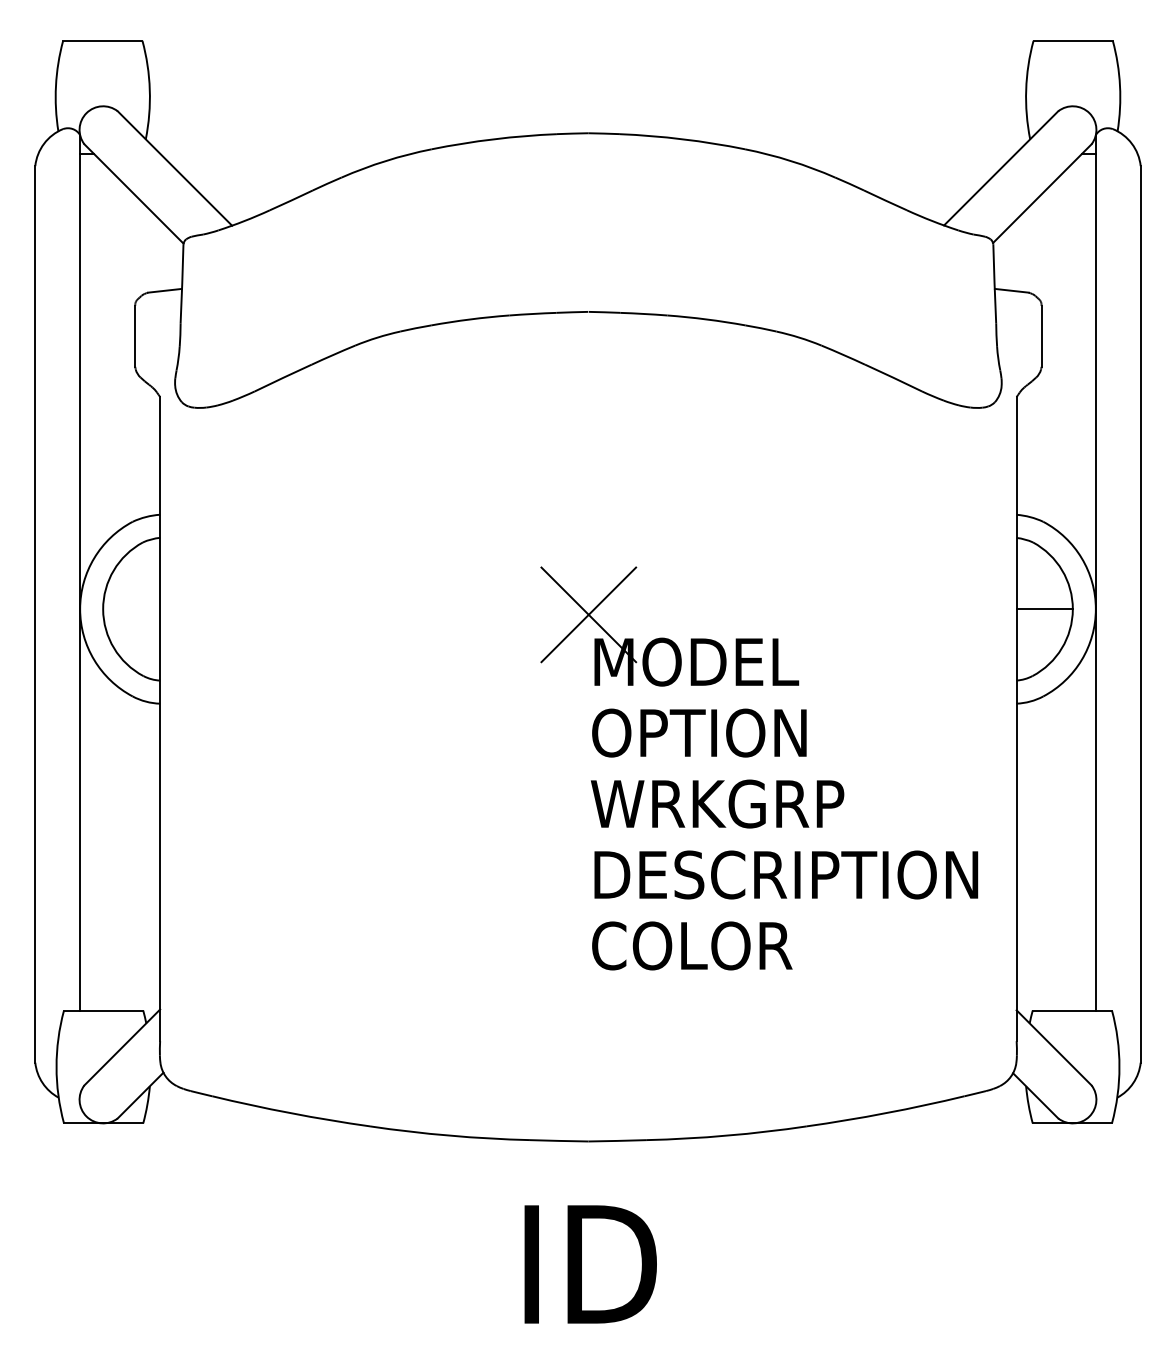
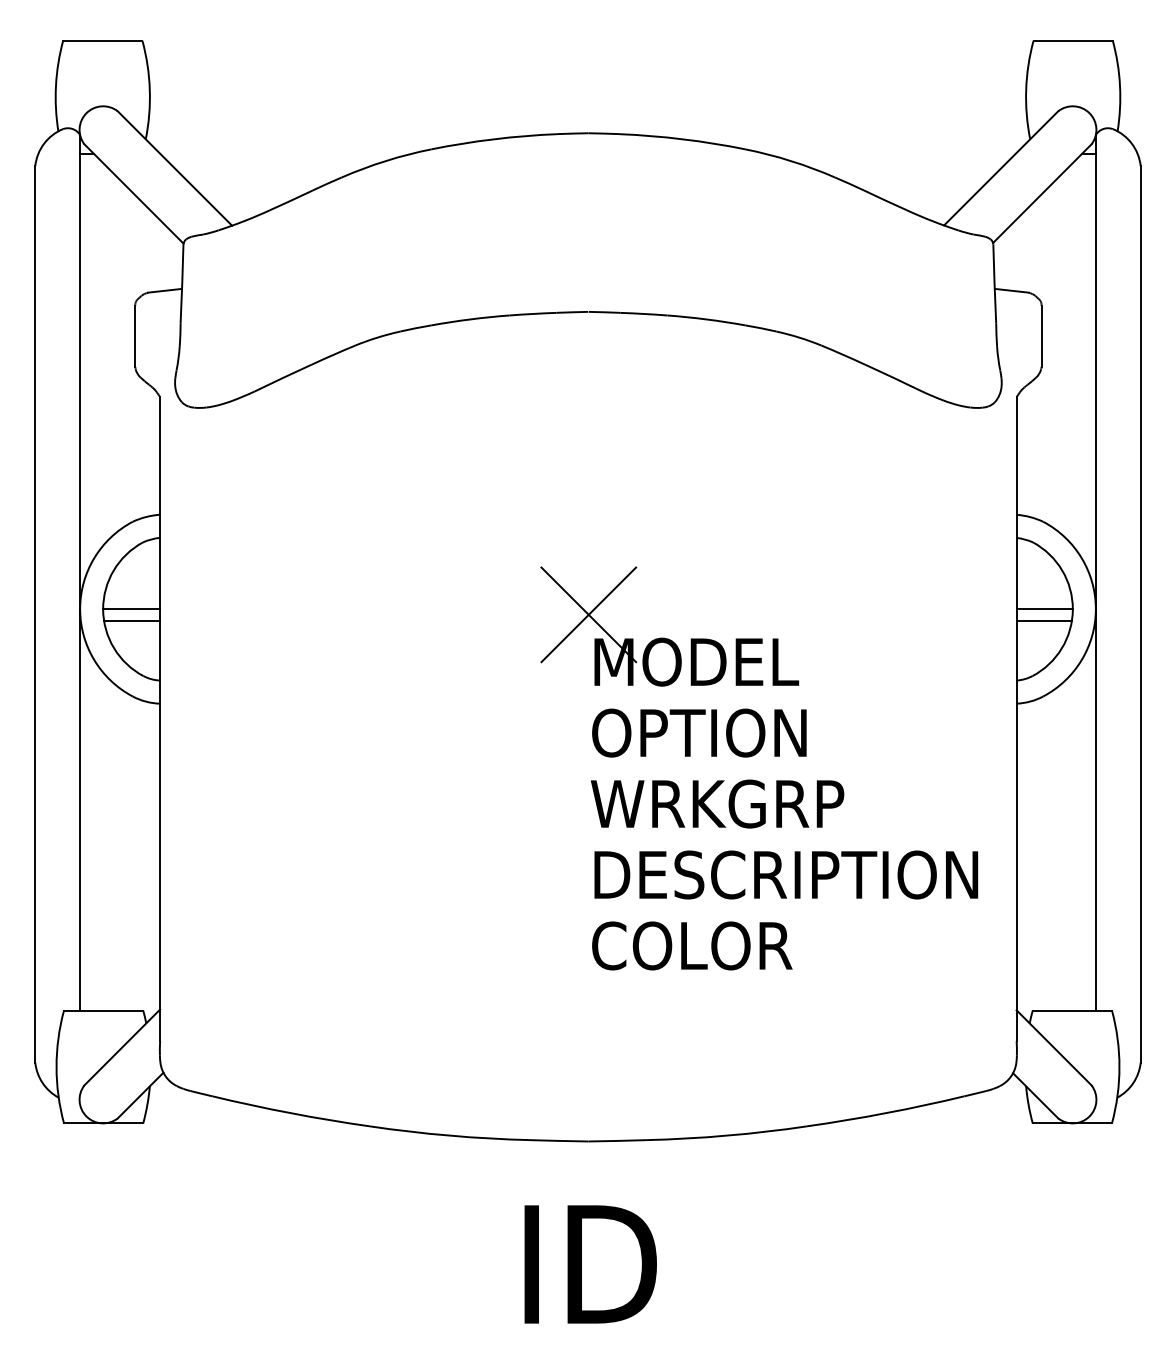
line at (131, 608): none -> present
line at (132, 620): none -> present
line at (1043, 620): none -> present
